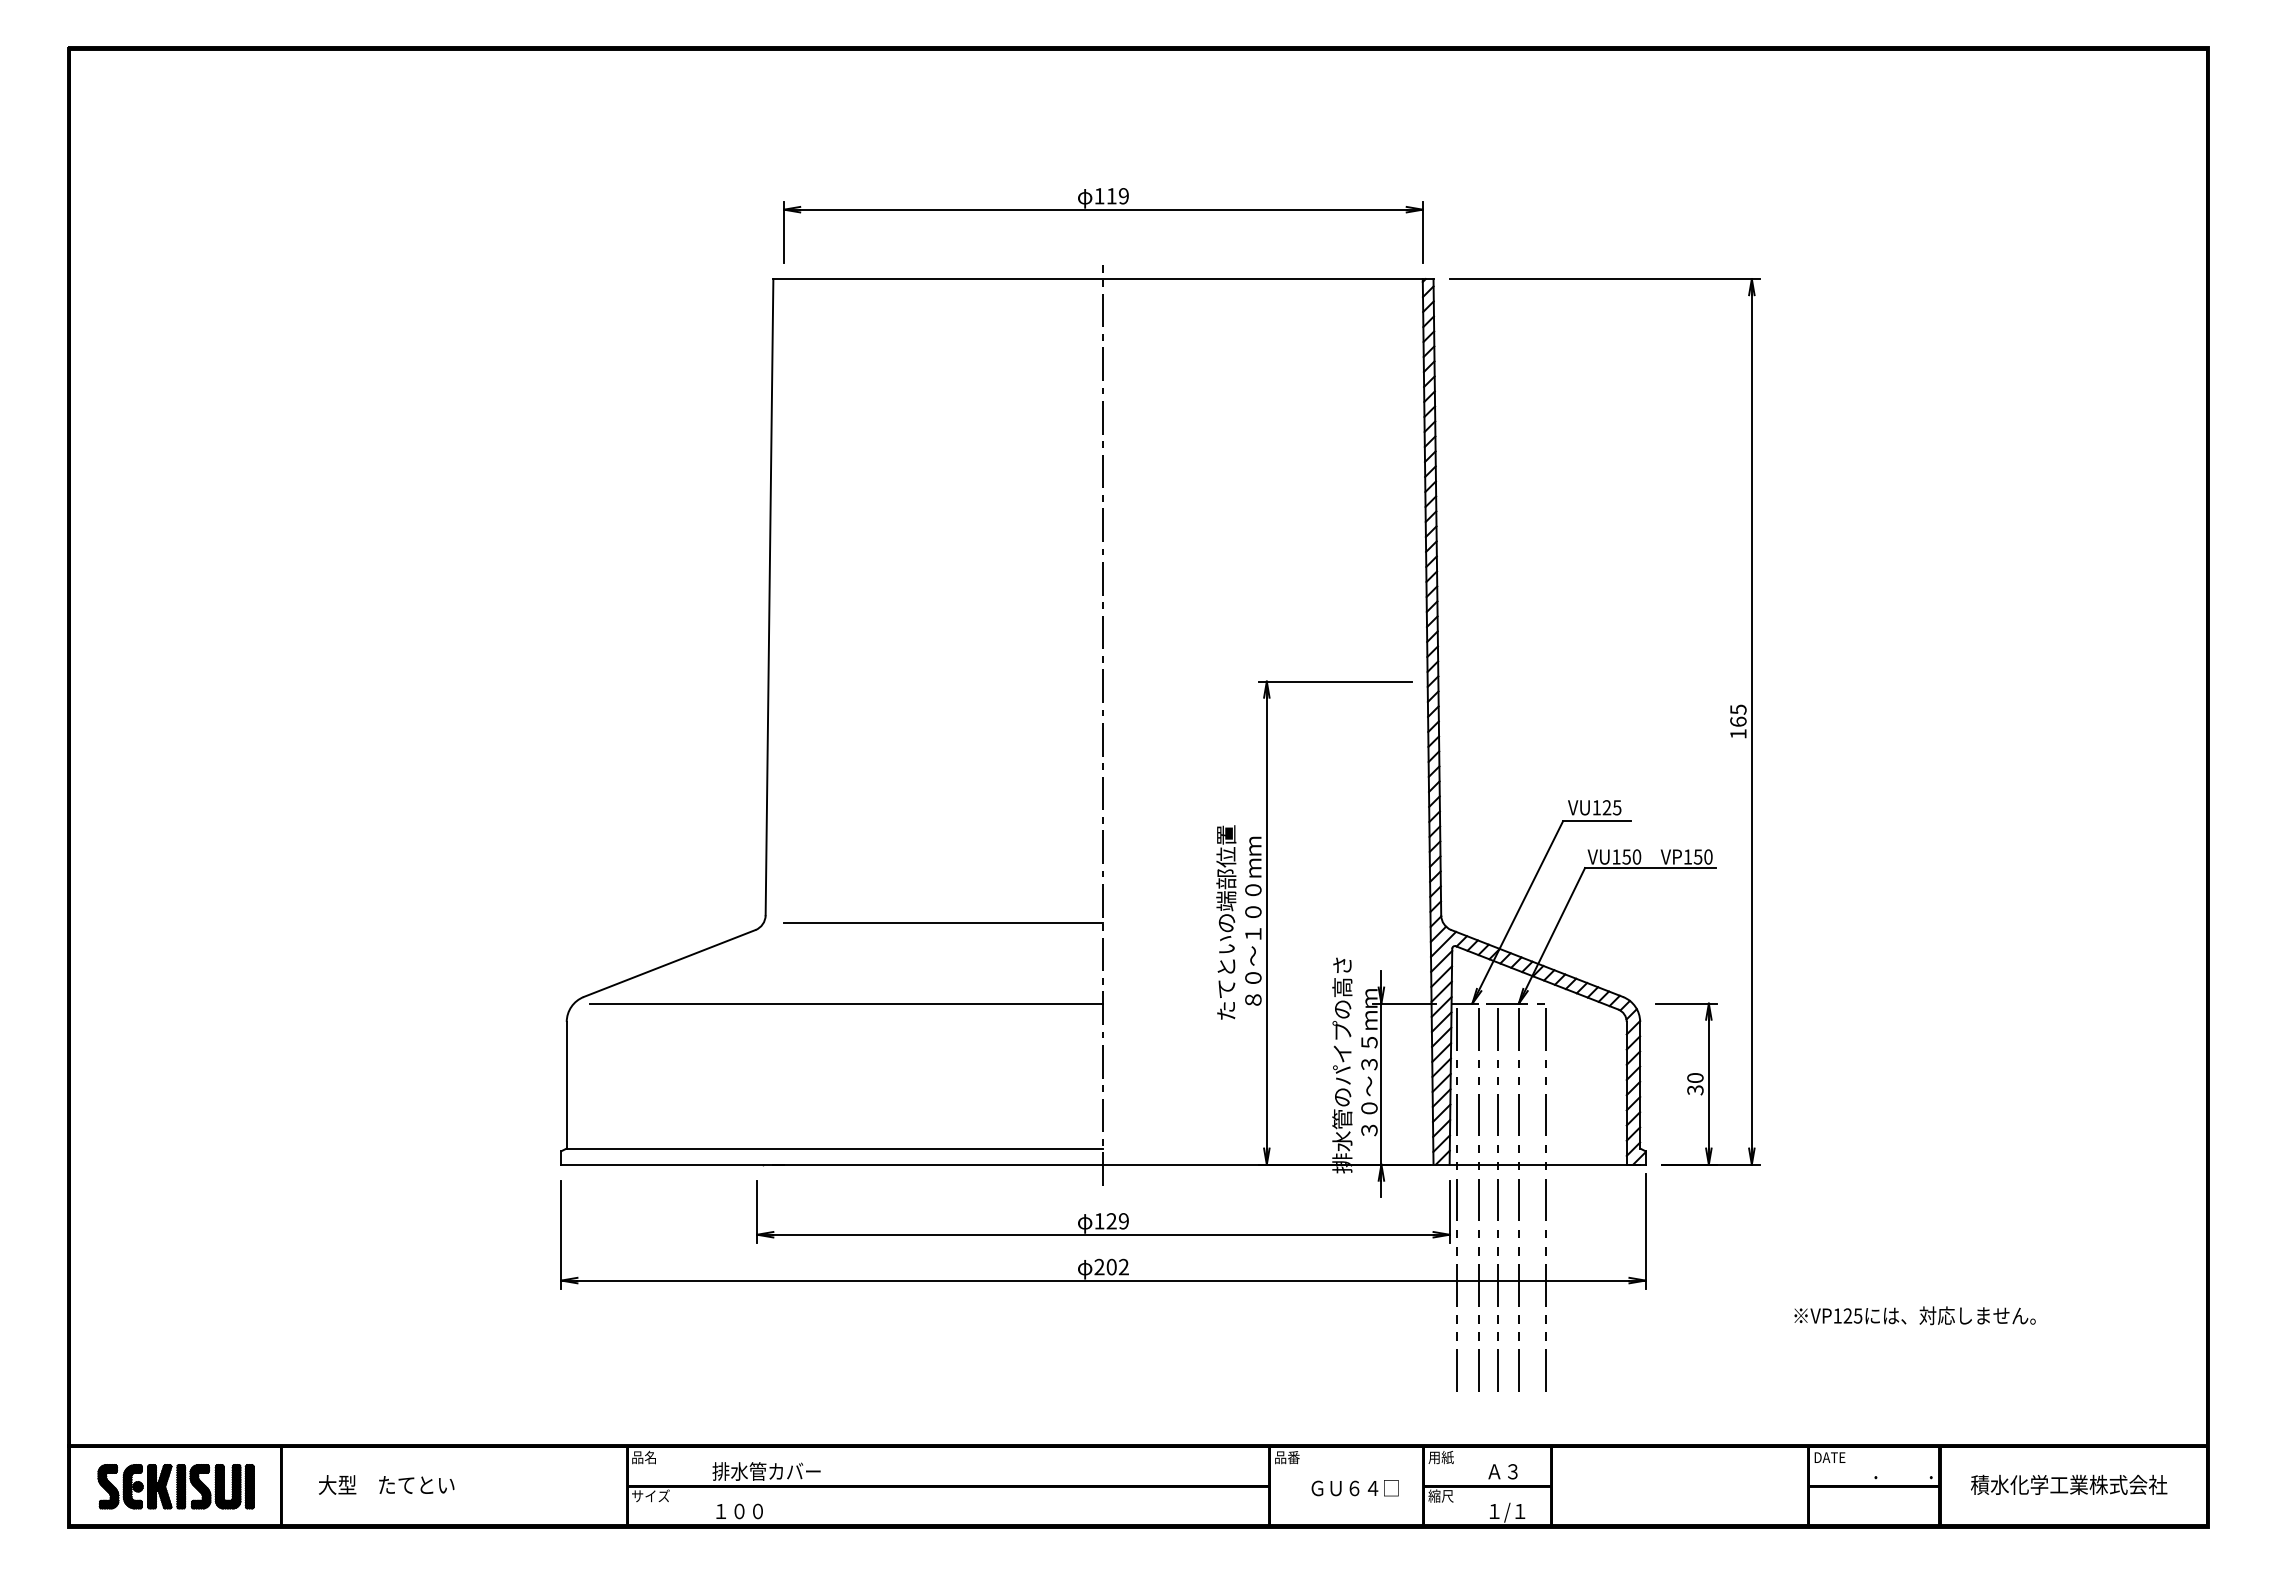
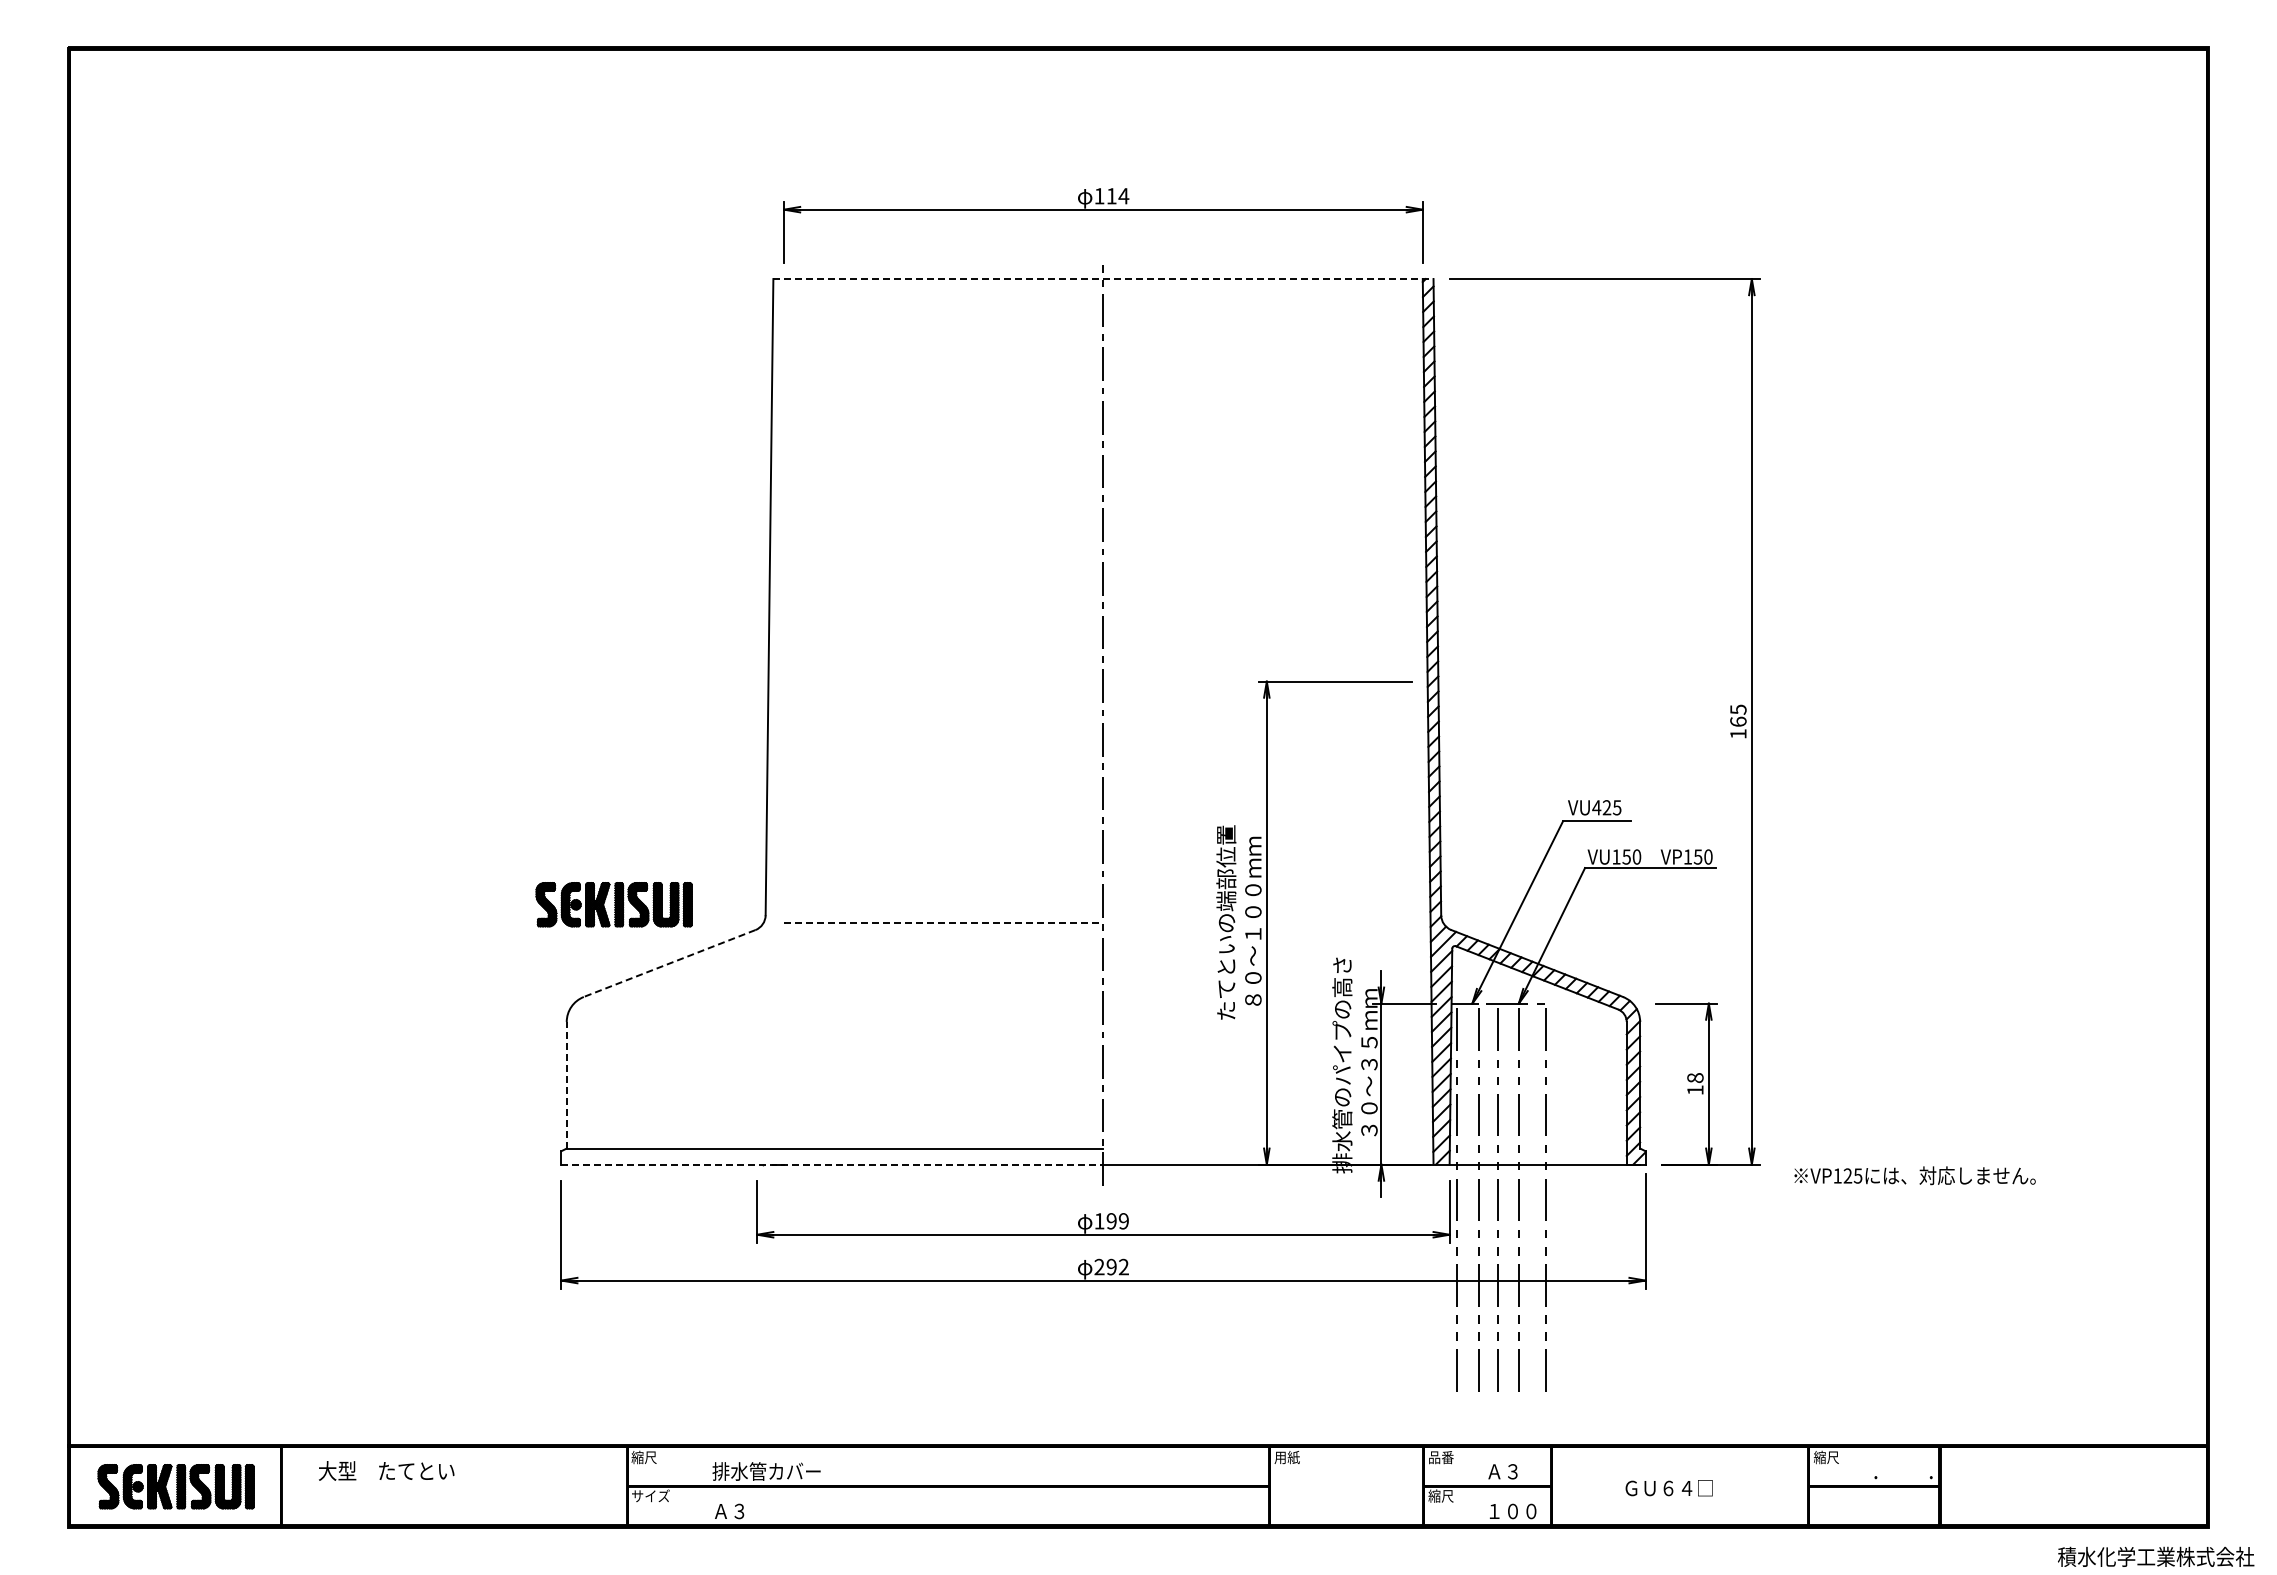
text at (1123, 196): 119 -> 114
line at (1103, 279): solid -> dashed
text at (1596, 807): VU125 -> VU425
part at (613, 904): none -> present
line at (943, 923): solid -> dashed
line at (669, 963): solid -> dashed
line at (846, 1003): present -> none
line at (566, 1084): solid -> dashed
text at (1695, 1084): 30 -> 18
line at (832, 1164): solid -> dashed
text at (1111, 1221): 129 -> 199
text at (1111, 1267): 202 -> 292
text at (1914, 1315) position: (1914, 1315) -> (1914, 1175)
text at (643, 1457): 品名 -> 縮尺
text at (1286, 1457): 品番 -> 用紙
text at (1440, 1457): 用紙 -> 品番
text at (1829, 1457): DATE -> 縮尺
text at (386, 1484) position: (386, 1484) -> (386, 1470)
text at (2069, 1484) position: (2069, 1484) -> (2156, 1556)
text at (1354, 1488) position: (1354, 1488) -> (1668, 1488)
text at (738, 1511): １００ -> Ａ３
text at (1520, 1512): １/１ -> １００
